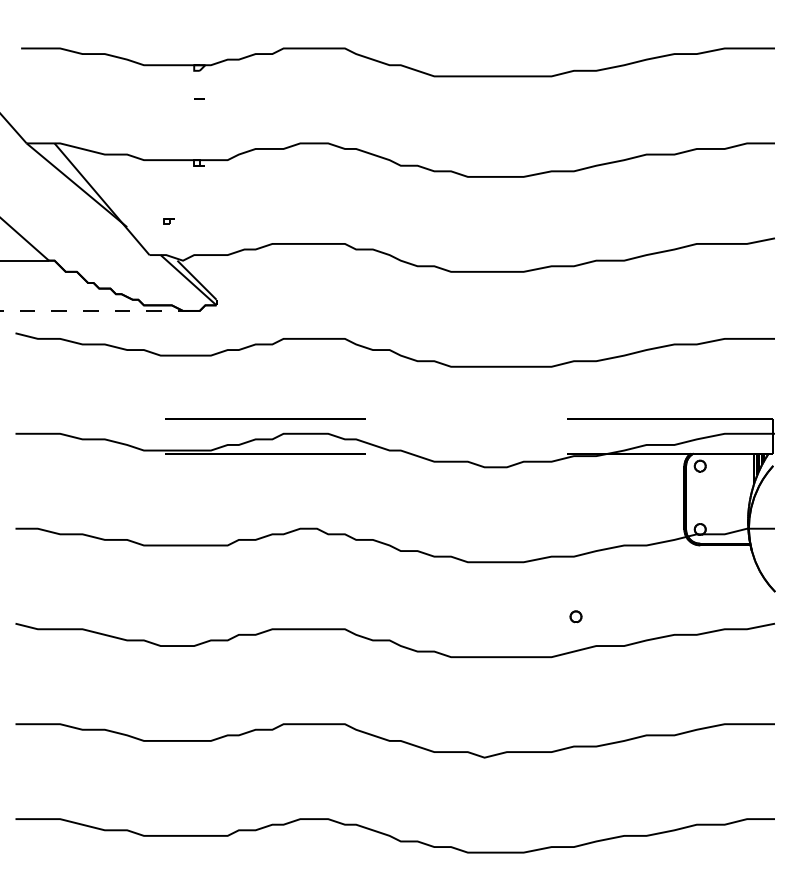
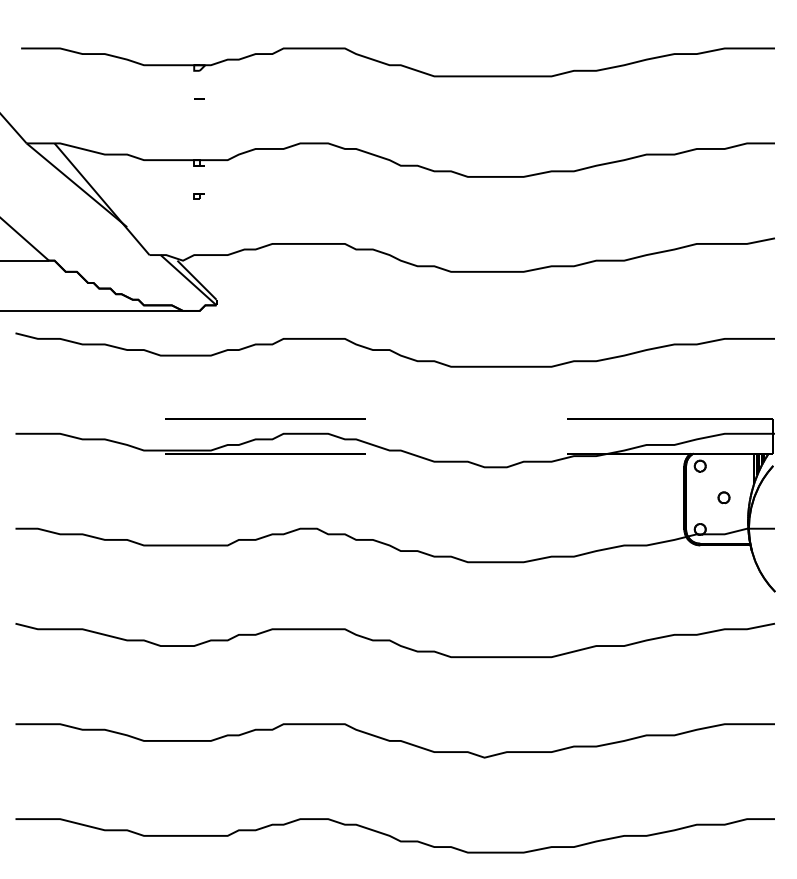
part at (168, 221) position: (168, 221) -> (198, 196)
line at (94, 310): dashed -> solid
part at (575, 616) position: (575, 616) -> (723, 497)
